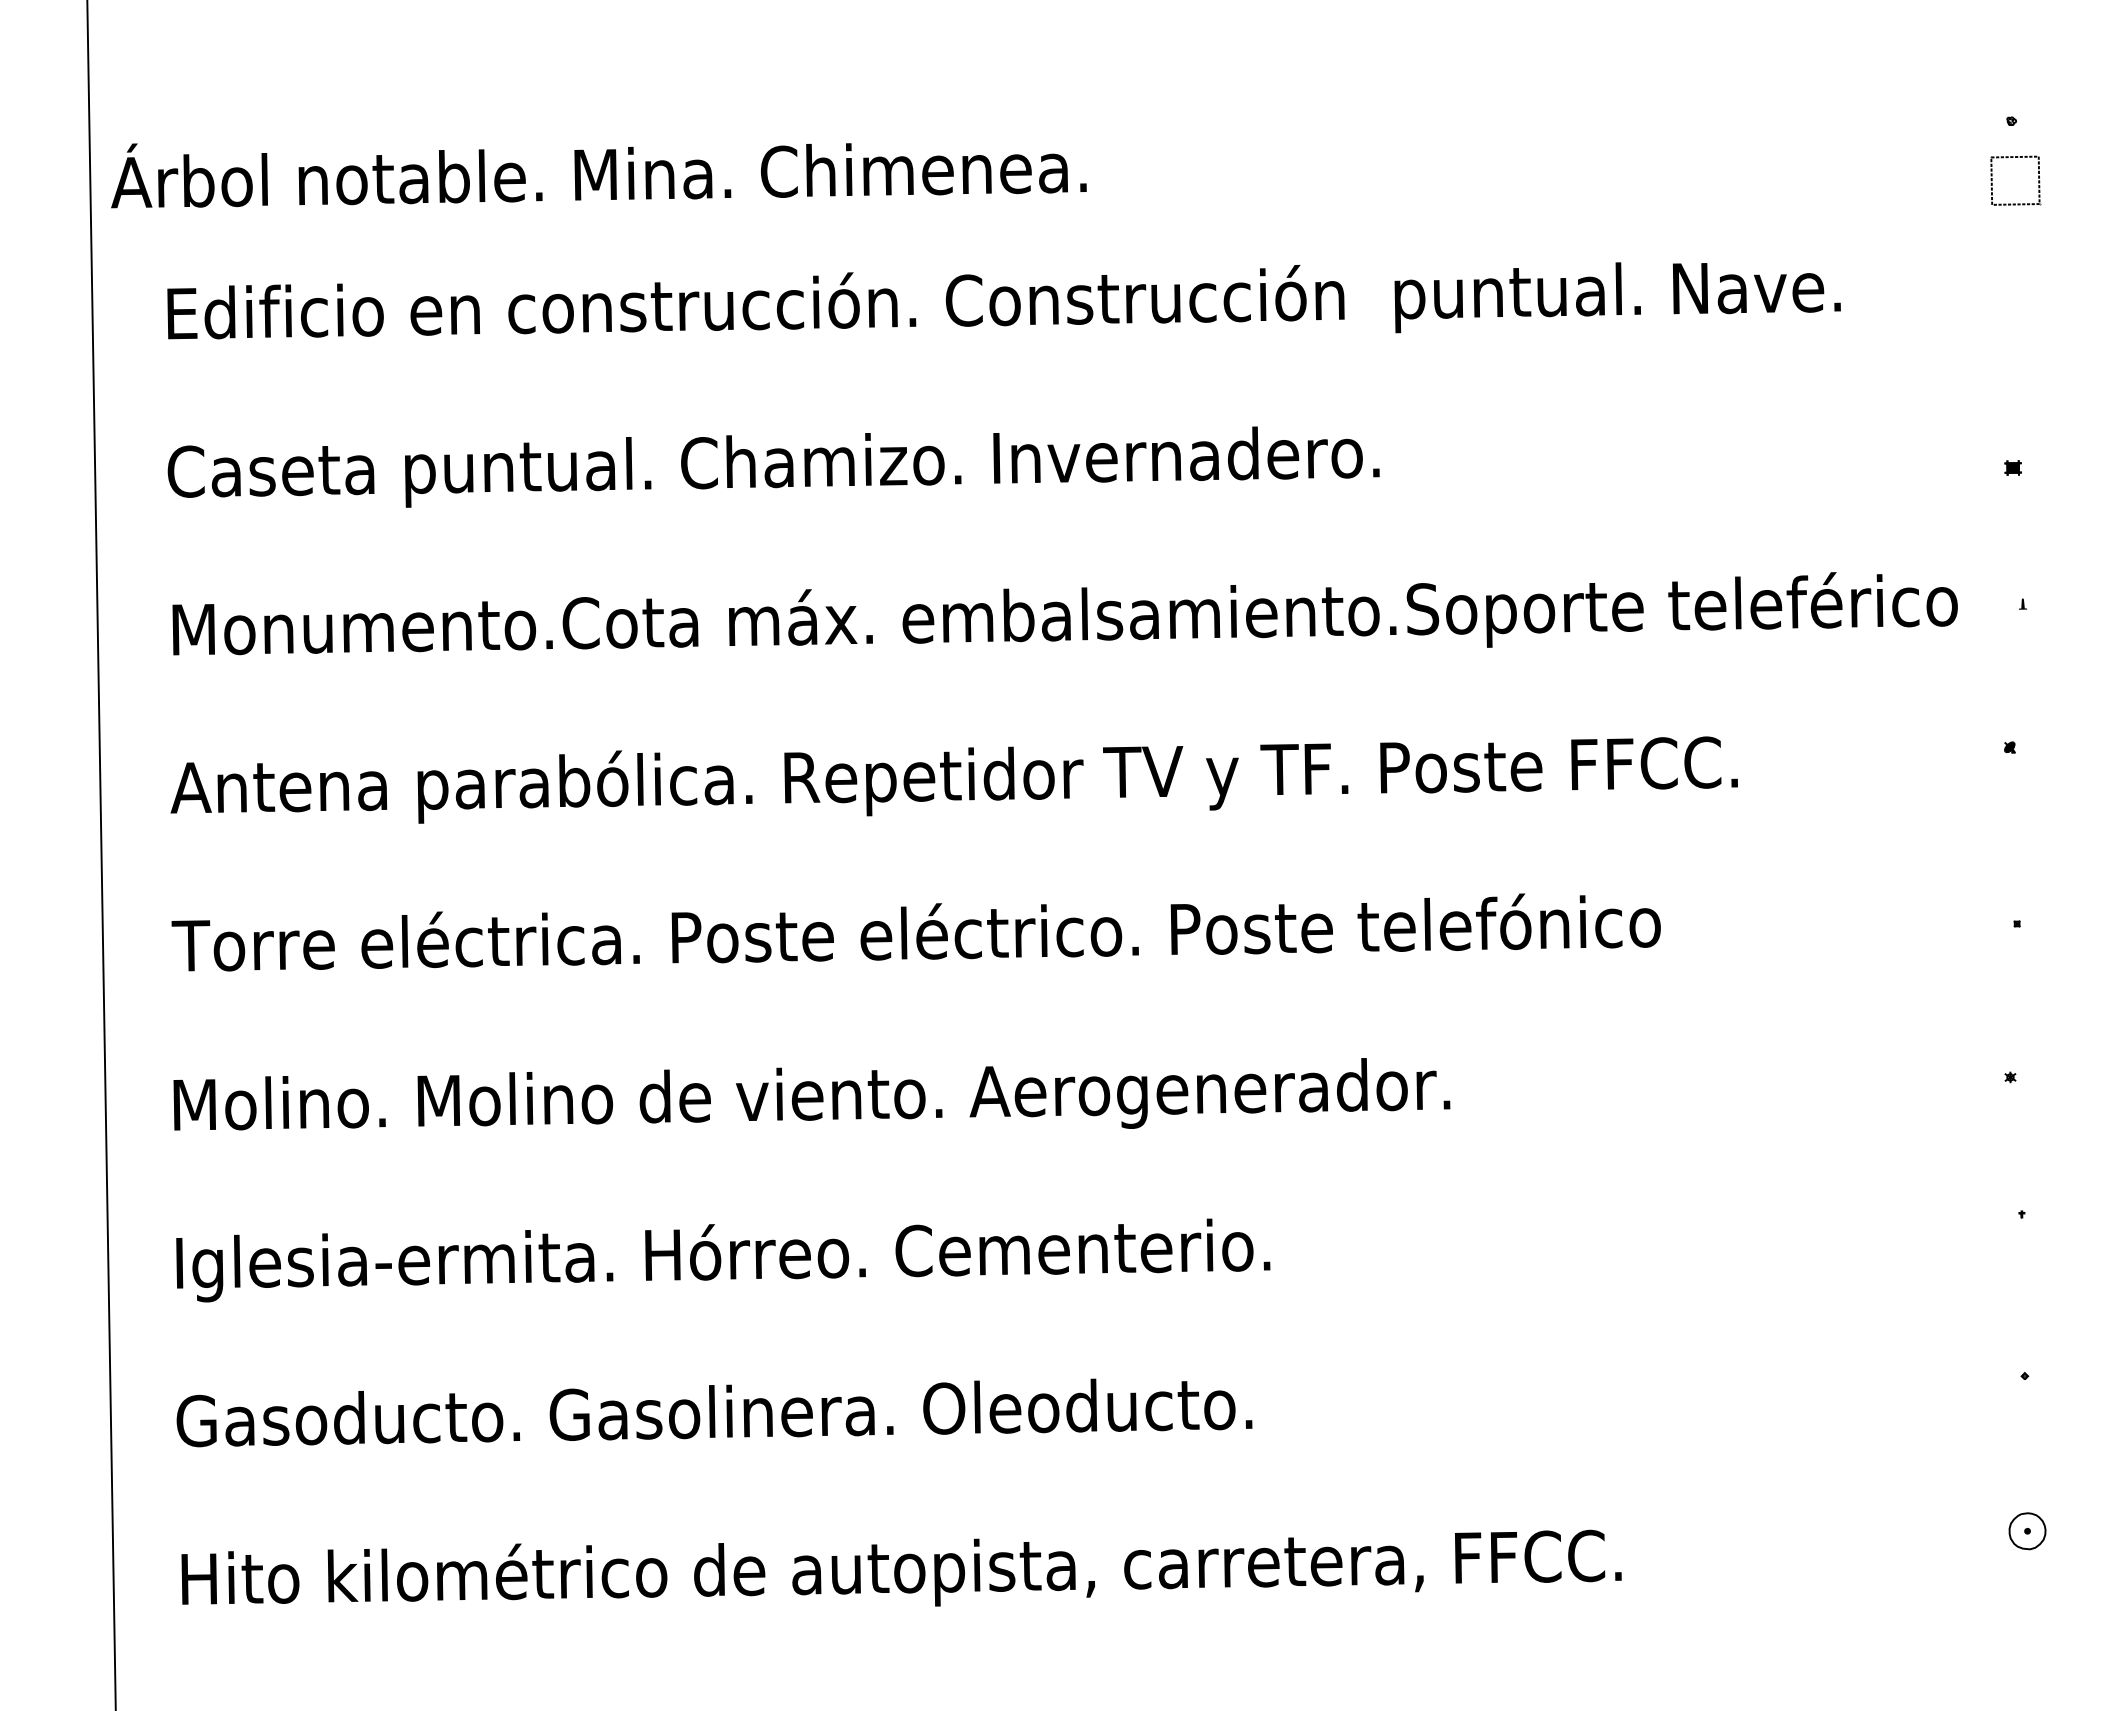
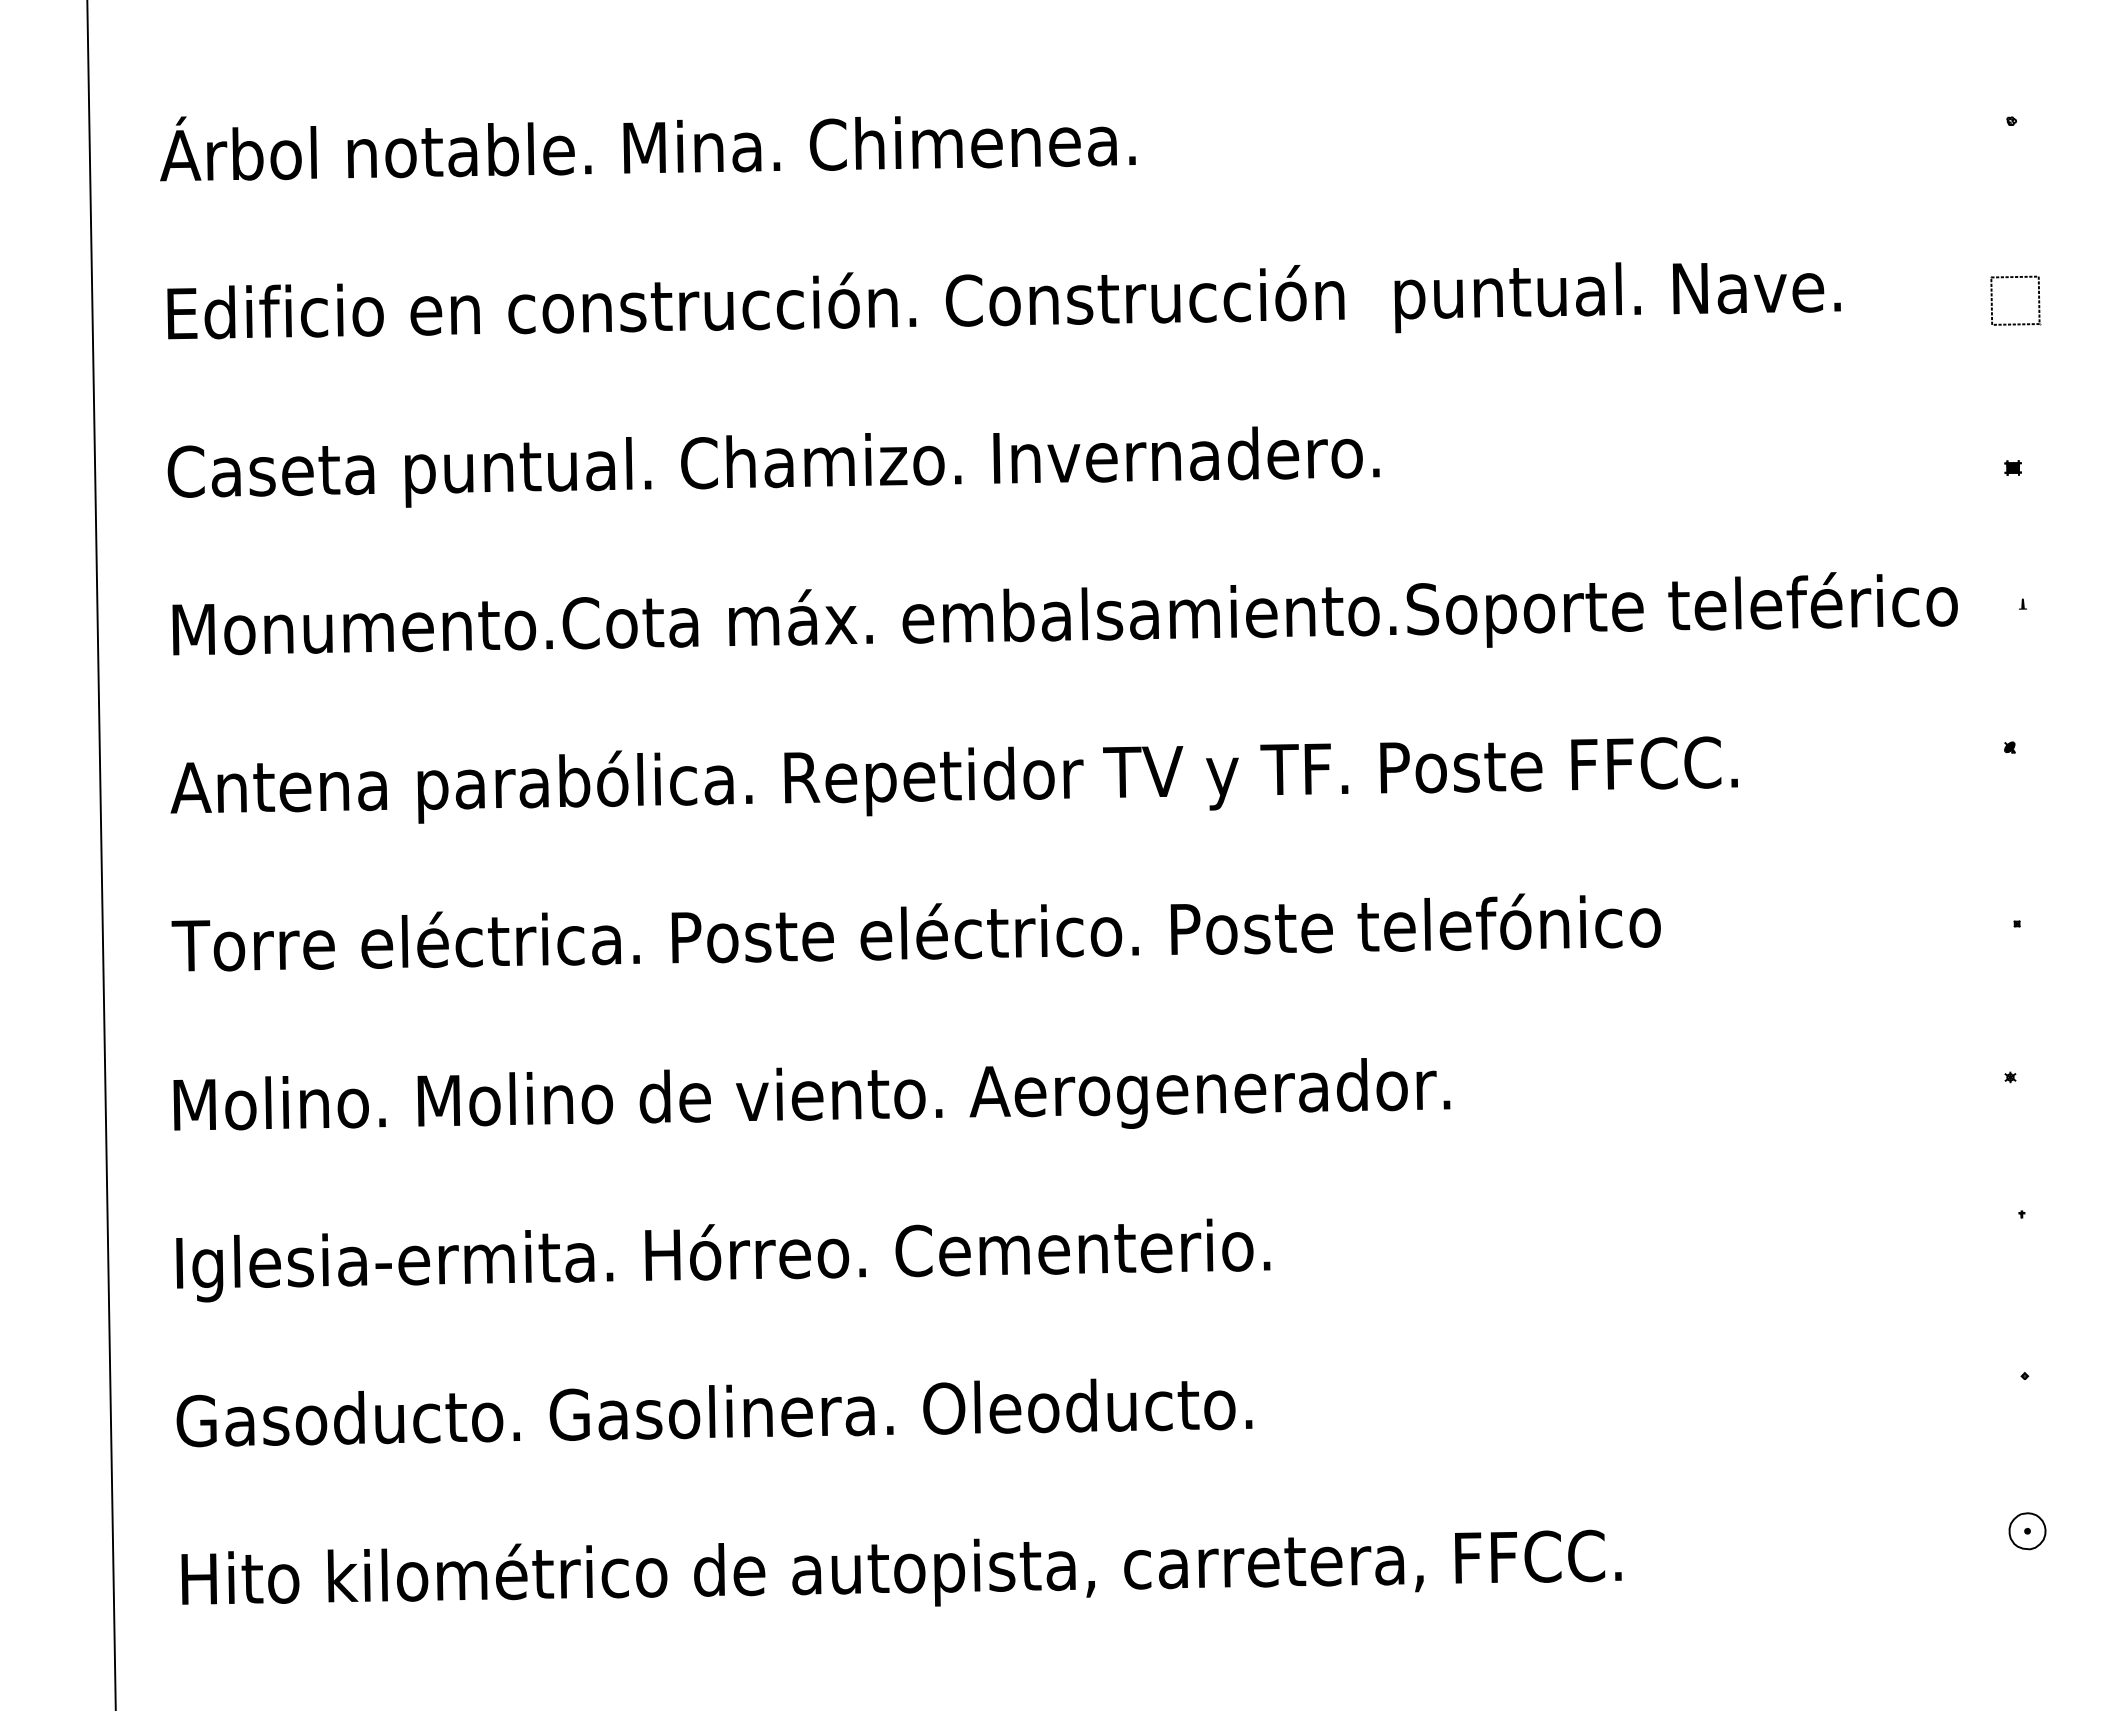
part at (2015, 157) position: (2015, 157) -> (2015, 277)
text at (598, 175) position: (598, 175) -> (647, 148)
